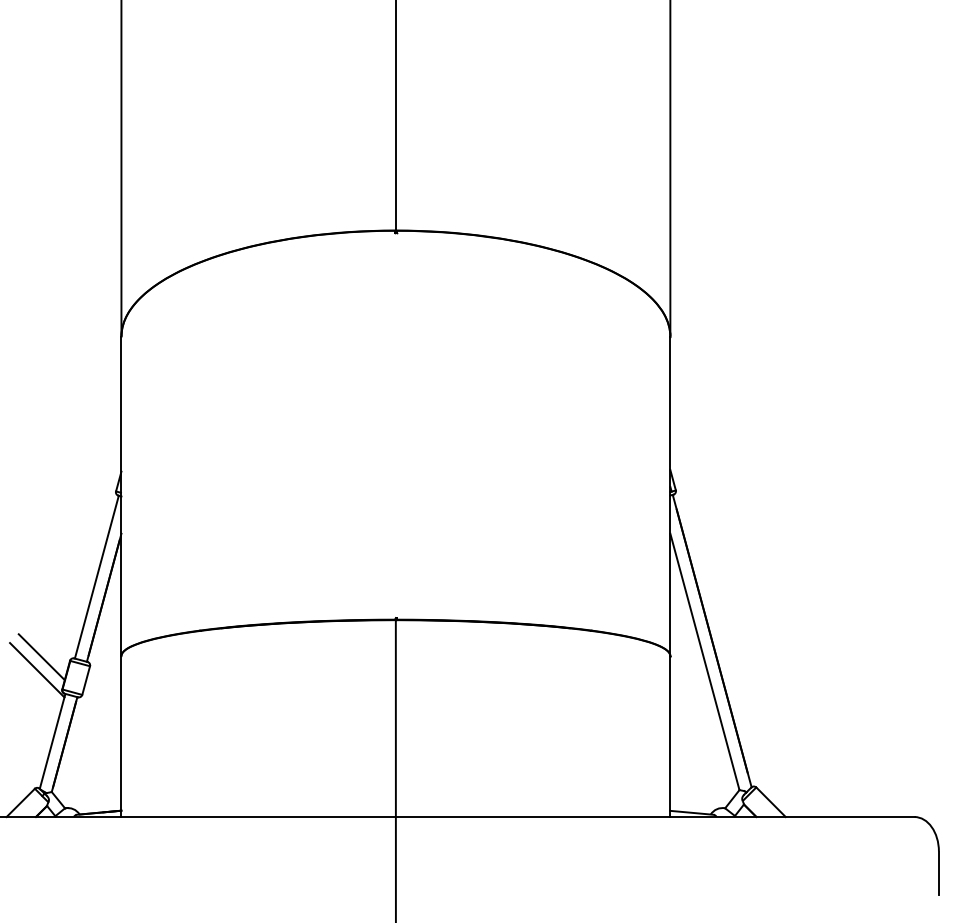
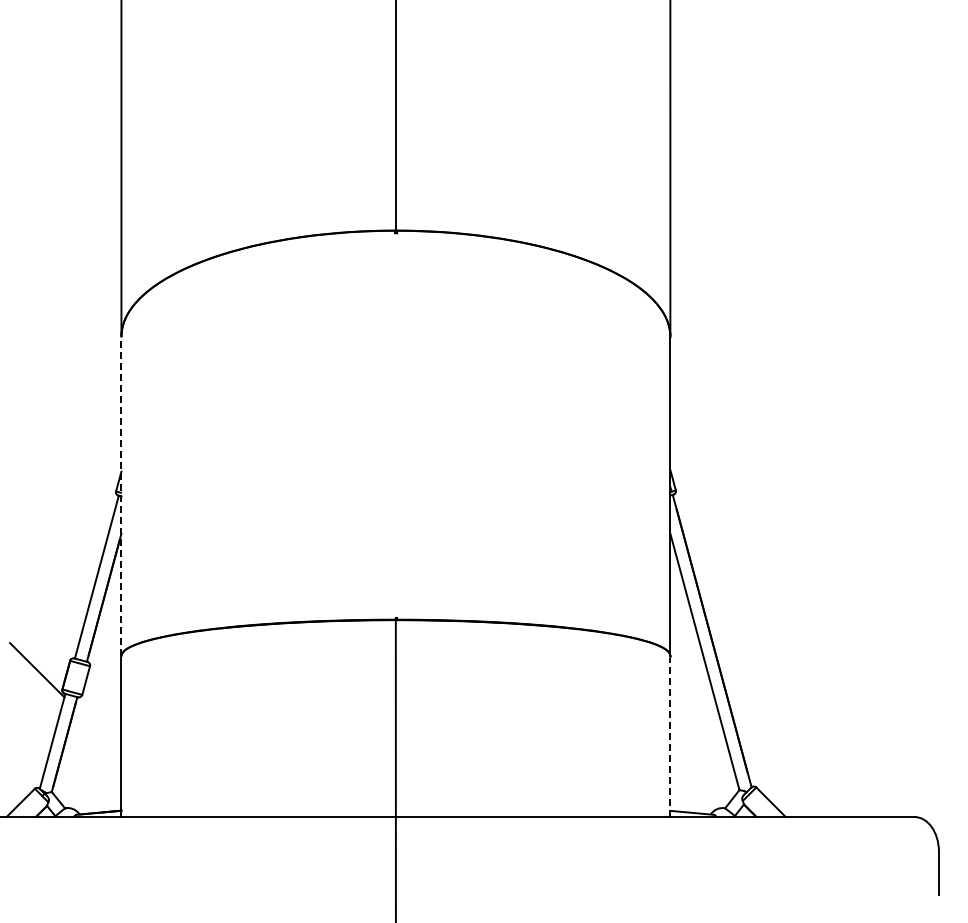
line at (121, 496): solid -> dashed
line at (41, 657): present -> none
line at (670, 737): solid -> dashed
